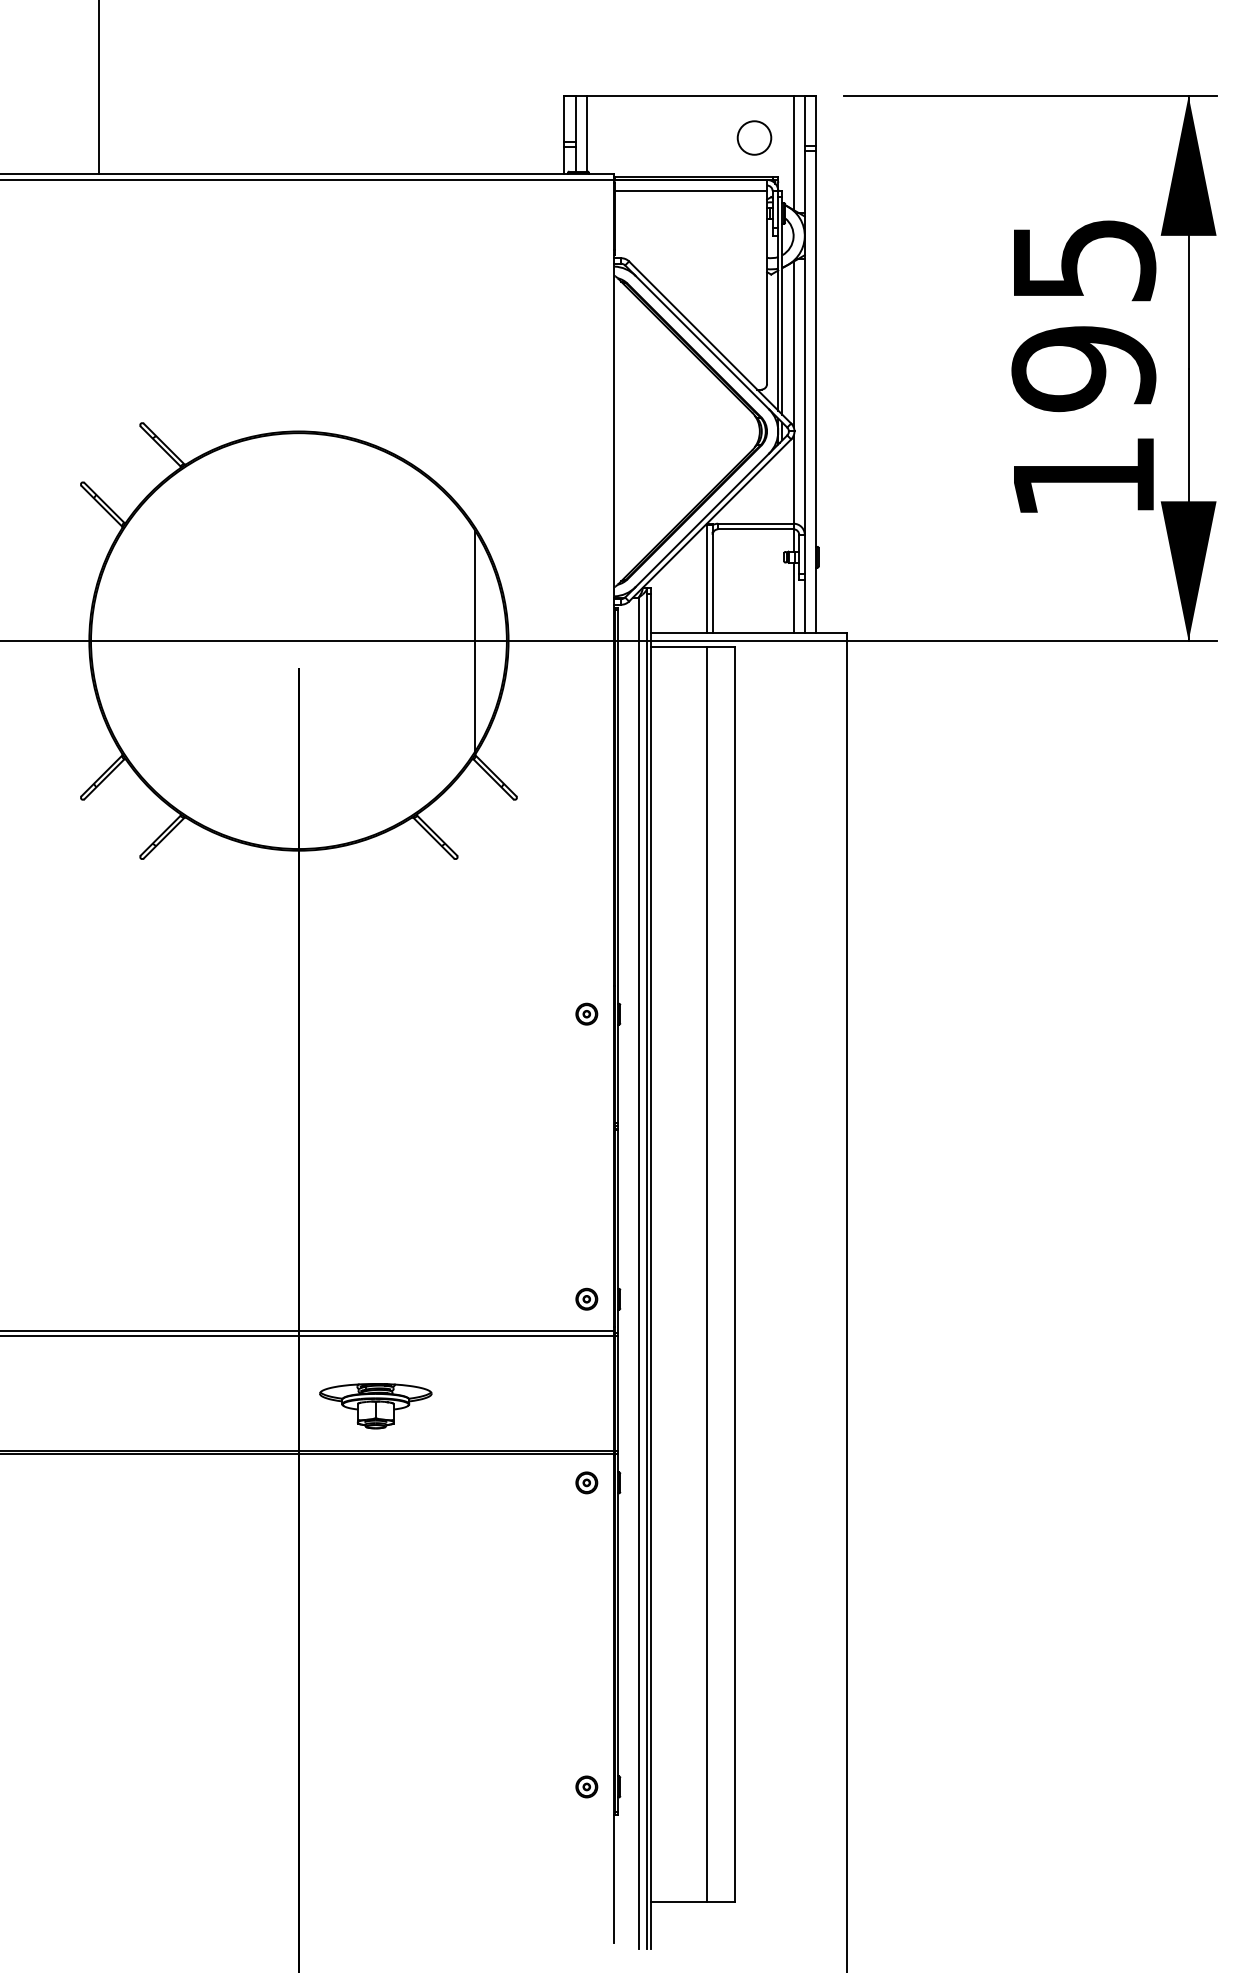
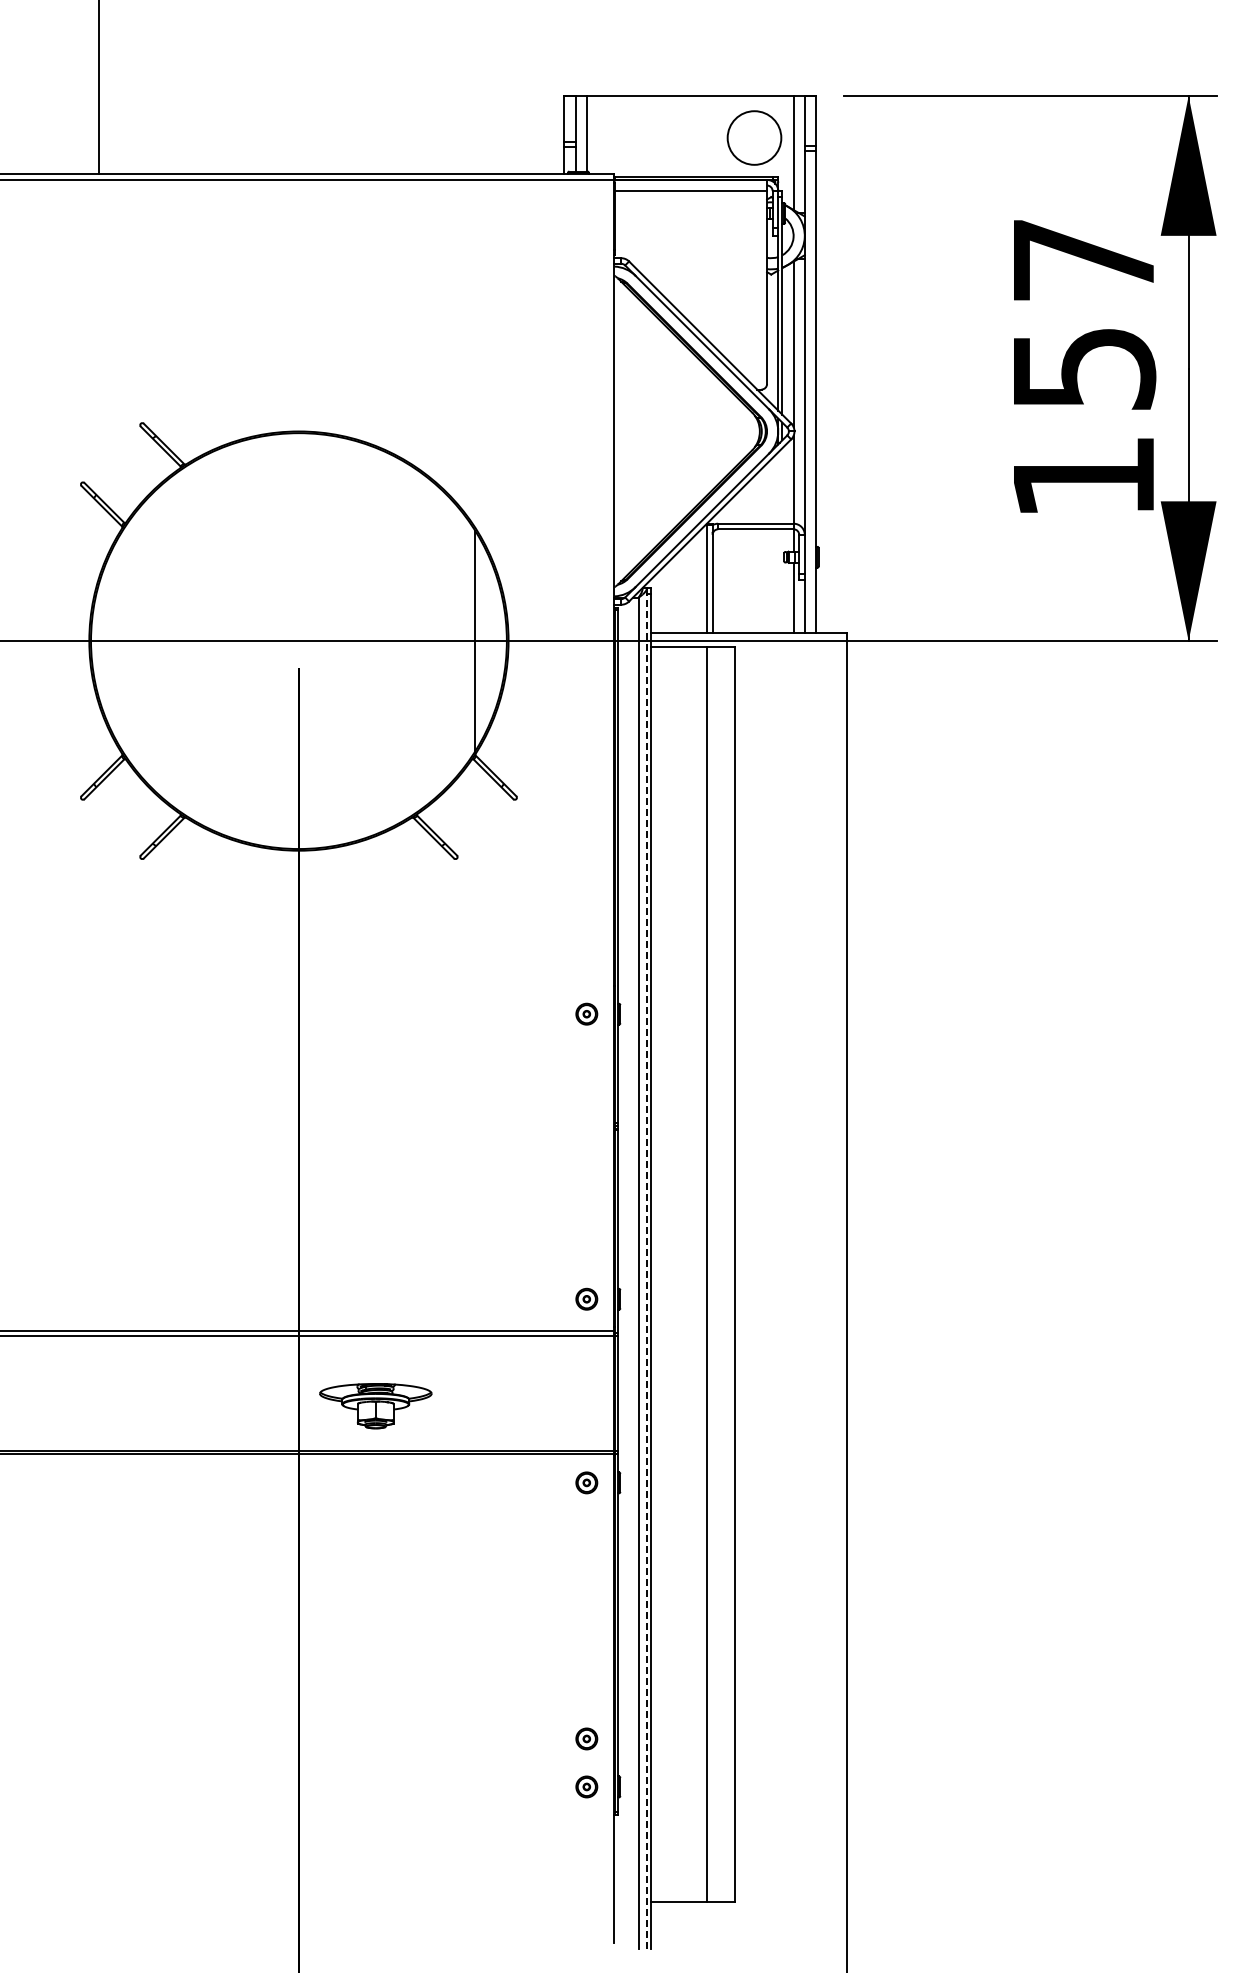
circle at (754, 137) diameter: 34 px -> 54 px
text at (1083, 316): 195 -> 157
line at (646, 1268): solid -> dashed
part at (586, 1738): none -> present
